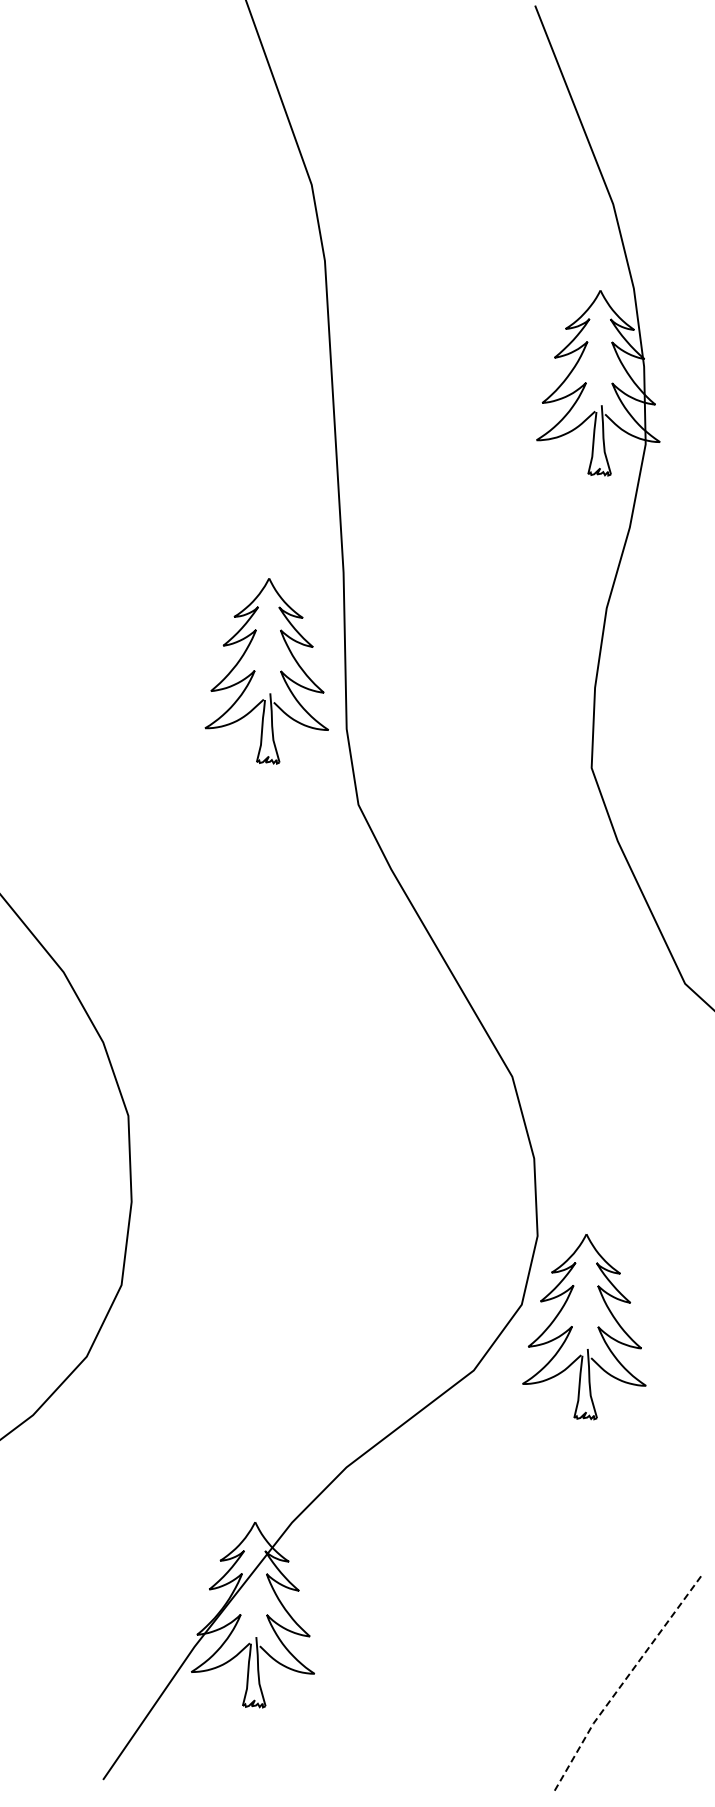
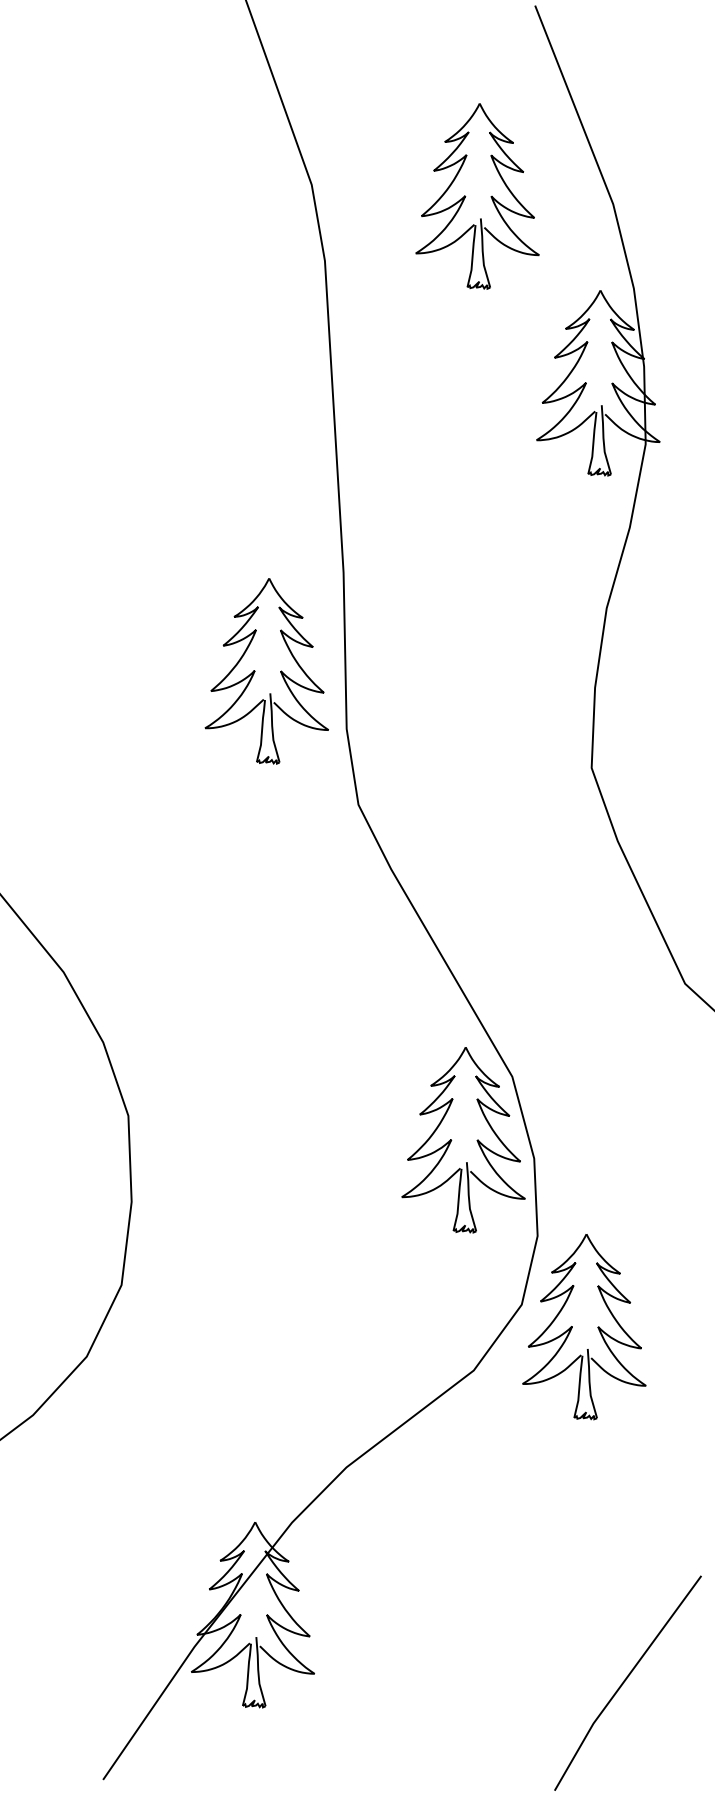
part at (466, 196): none -> present
part at (452, 1140): none -> present
line at (624, 1681): dashed -> solid
